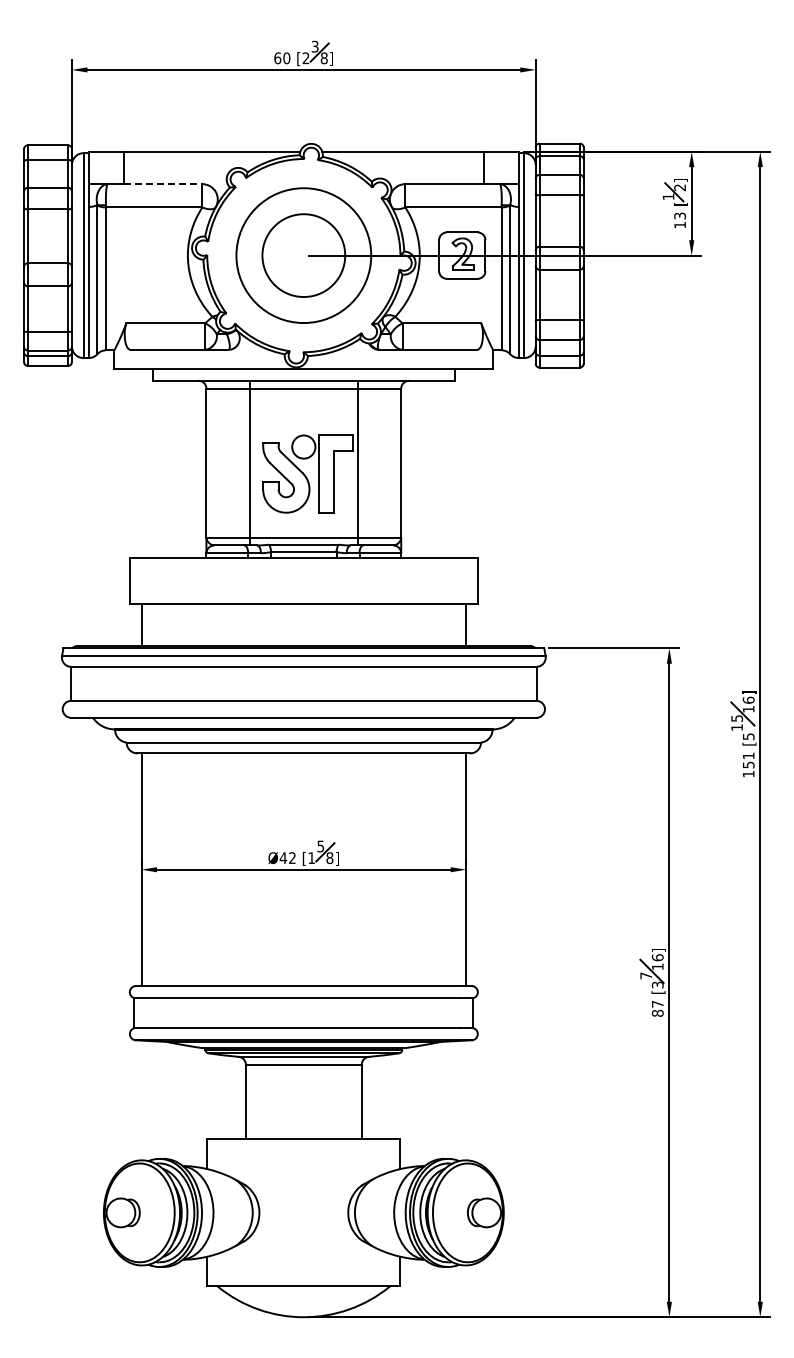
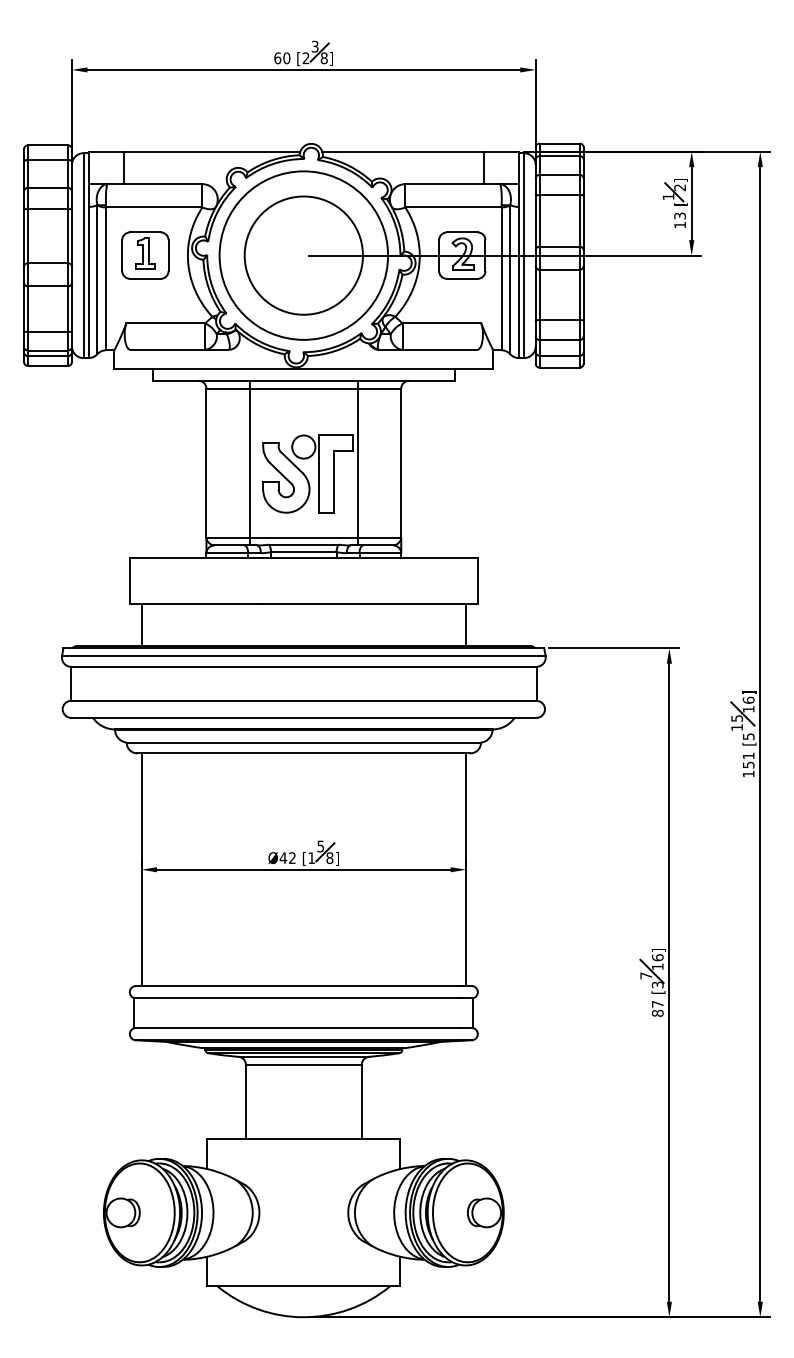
line at (163, 184): dashed -> solid
part at (145, 255): none -> present
circle at (303, 255) diameter: 135 px -> 168 px
circle at (303, 255) diameter: 83 px -> 118 px
